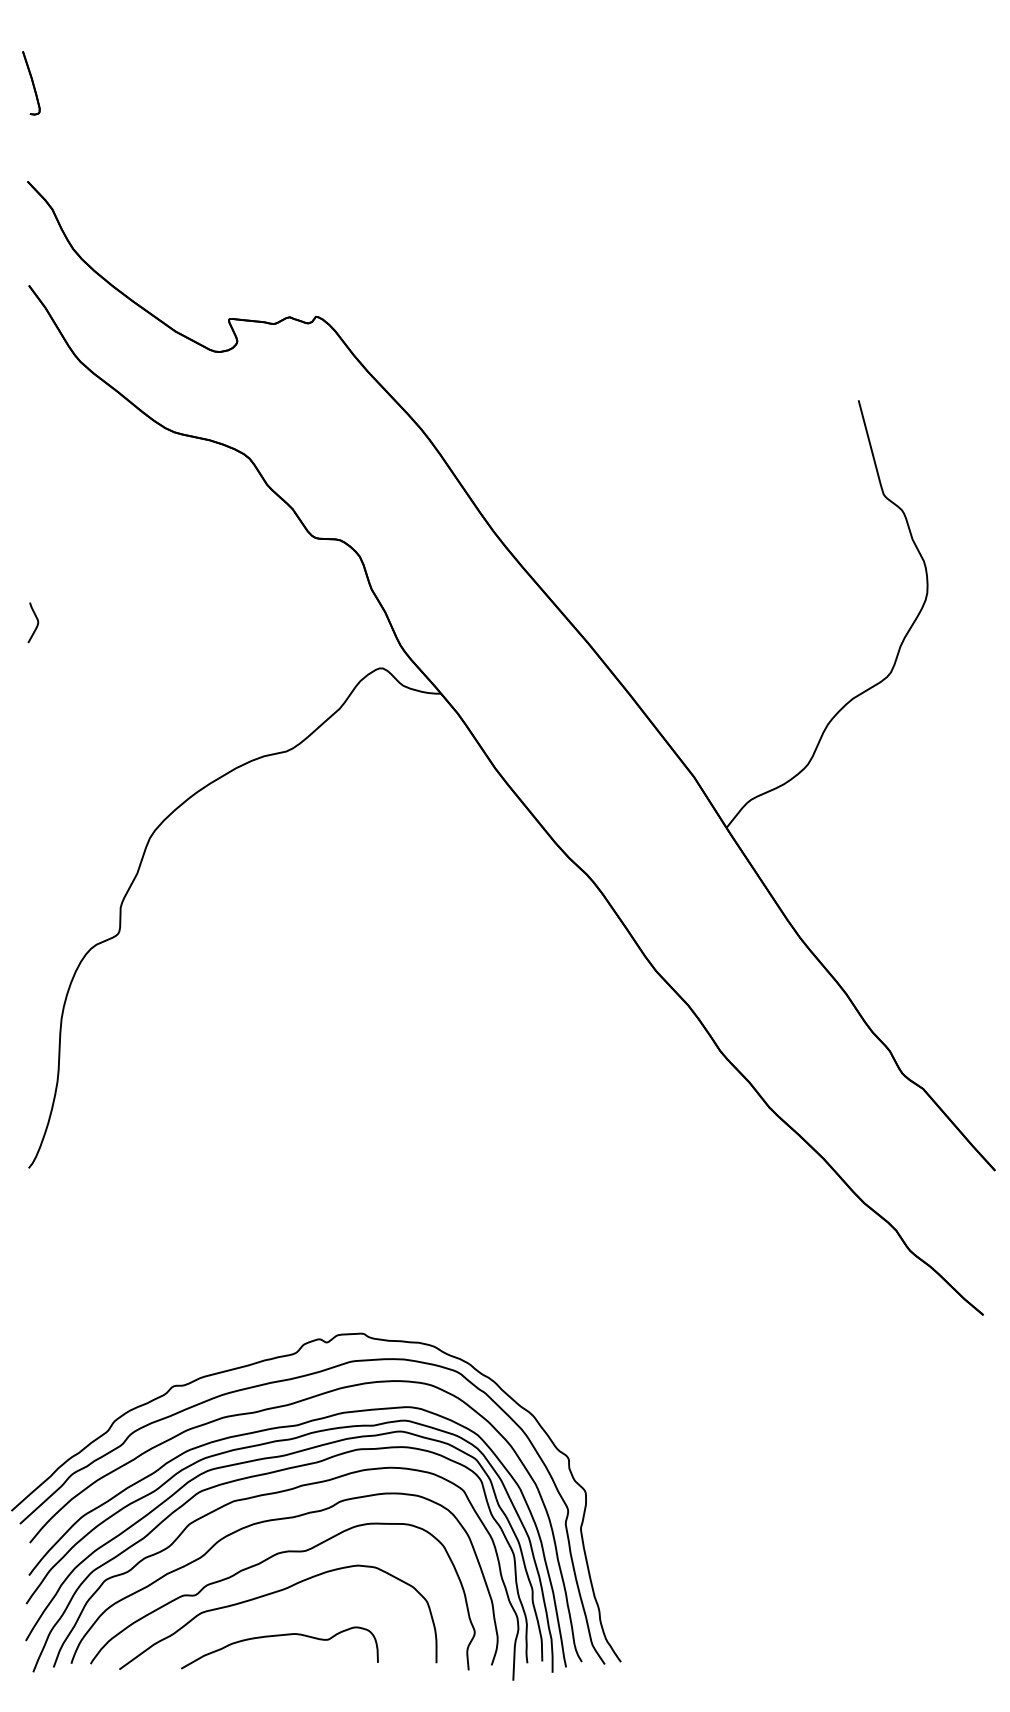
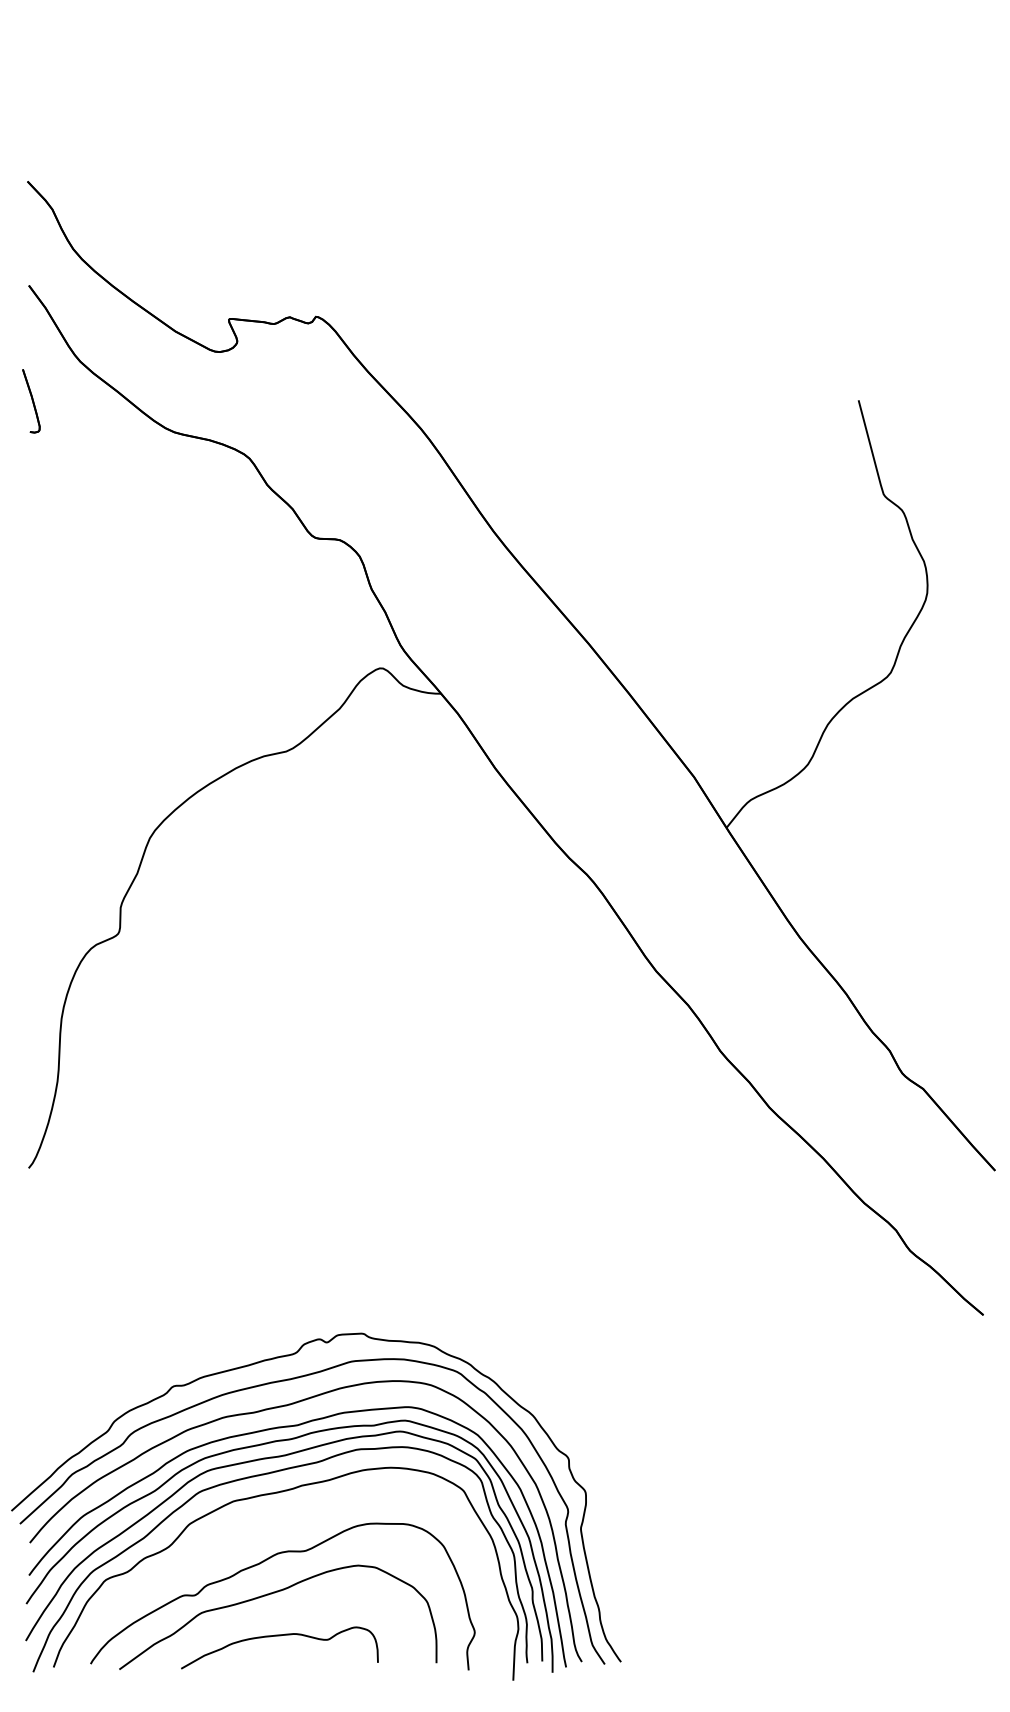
part at (31, 83) position: (31, 83) -> (31, 401)
curve at (36, 624): present -> none
curve at (278, 1520): present -> none
